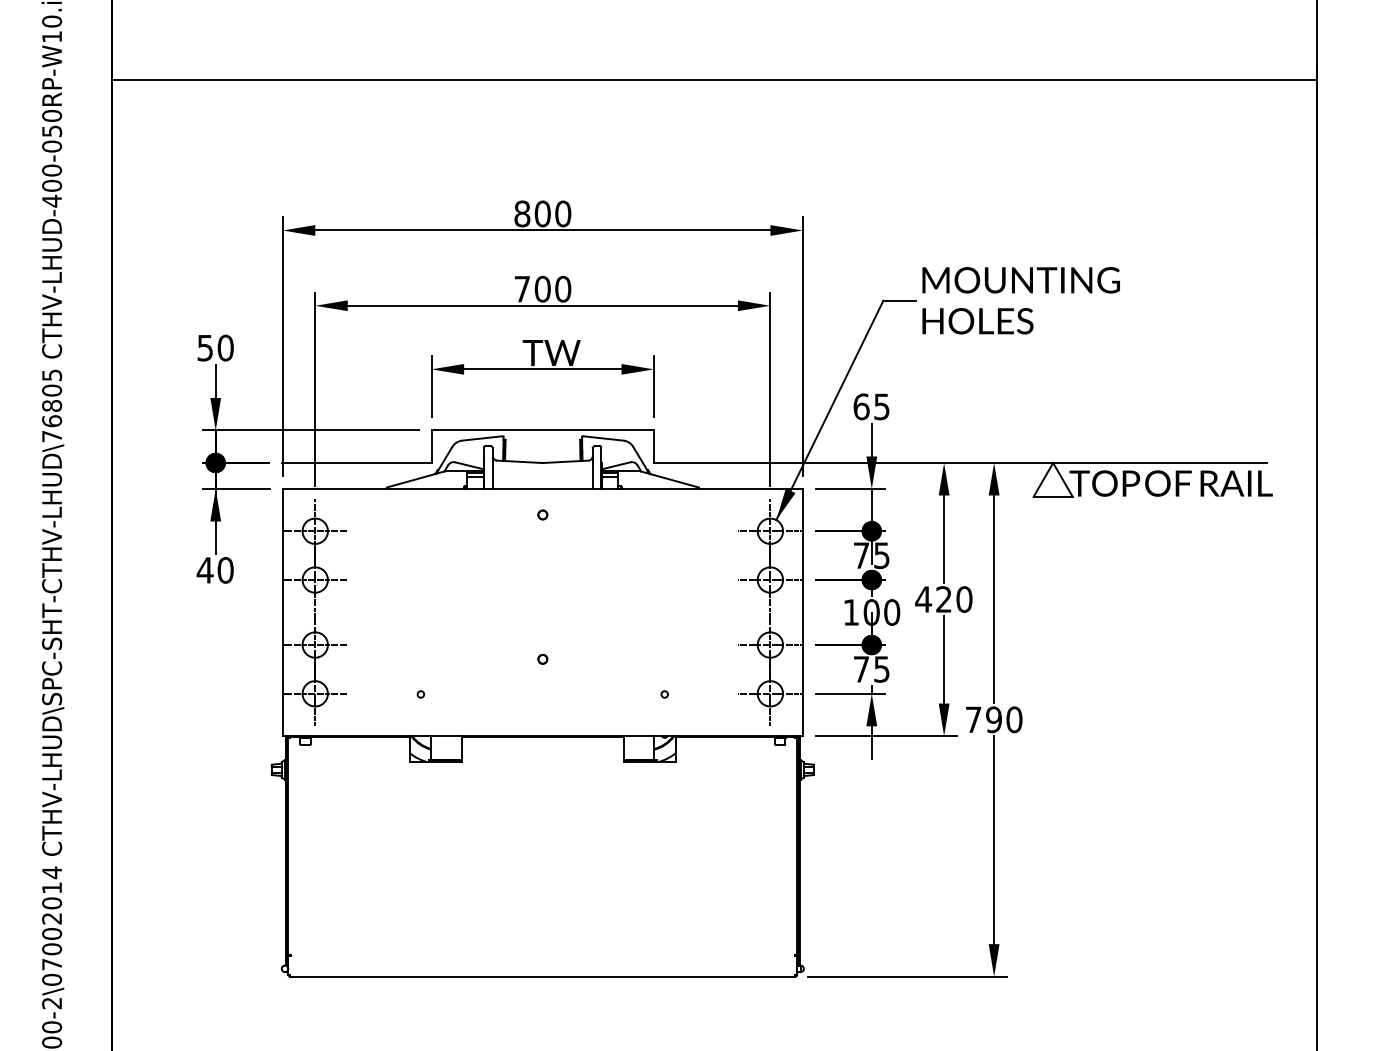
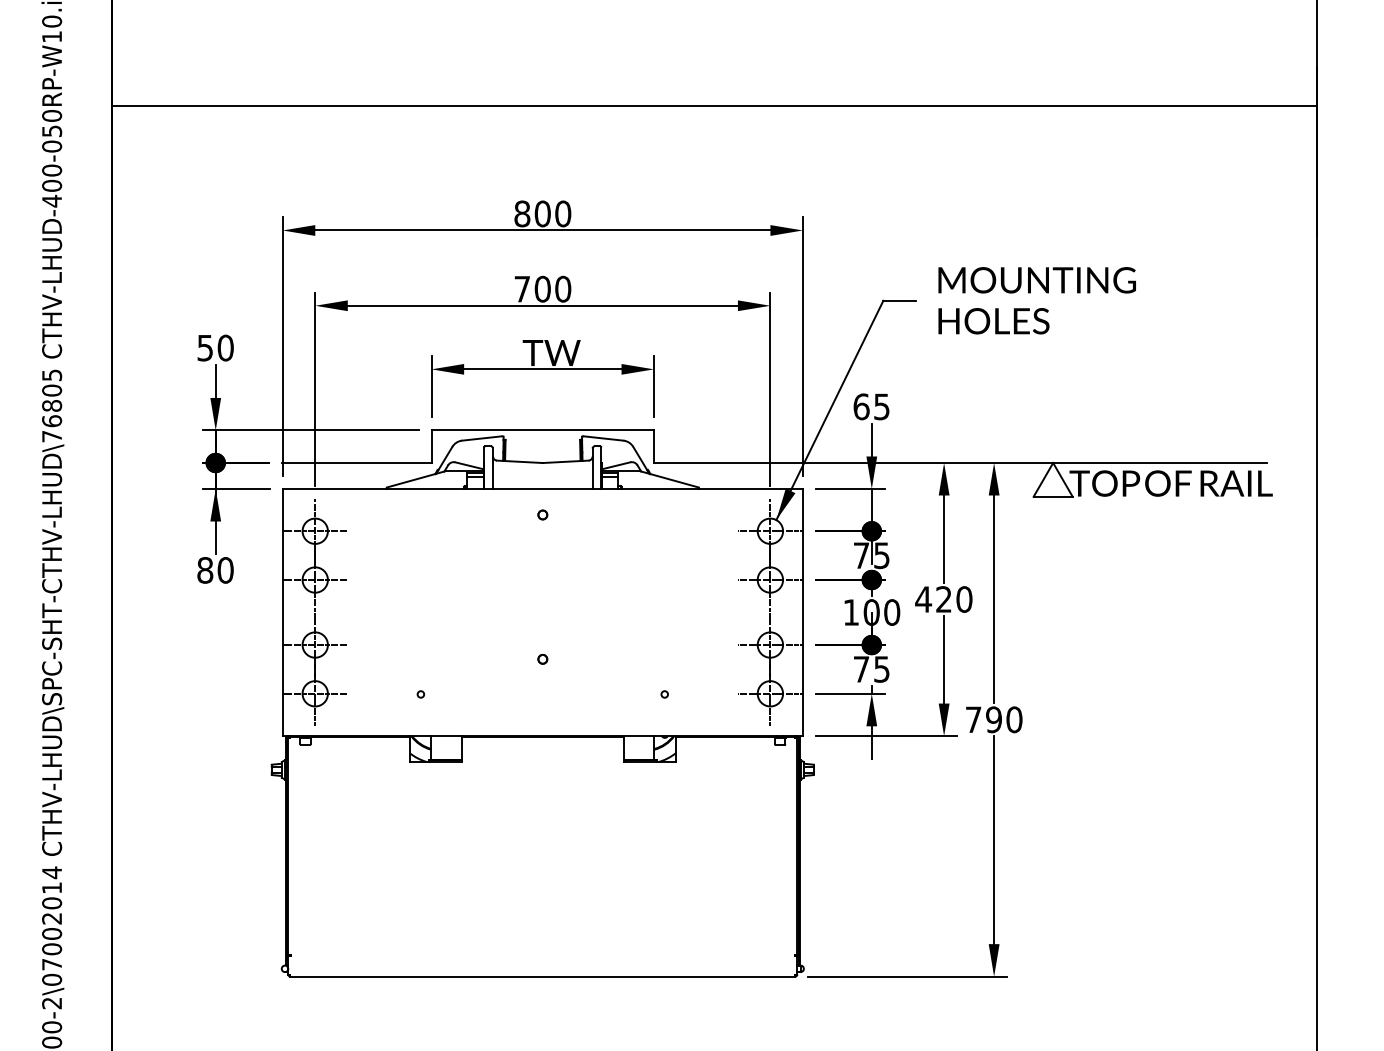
line at (714, 79) position: (714, 79) -> (714, 105)
text at (1020, 300) position: (1020, 300) -> (1036, 300)
text at (204, 570): 40 -> 80
